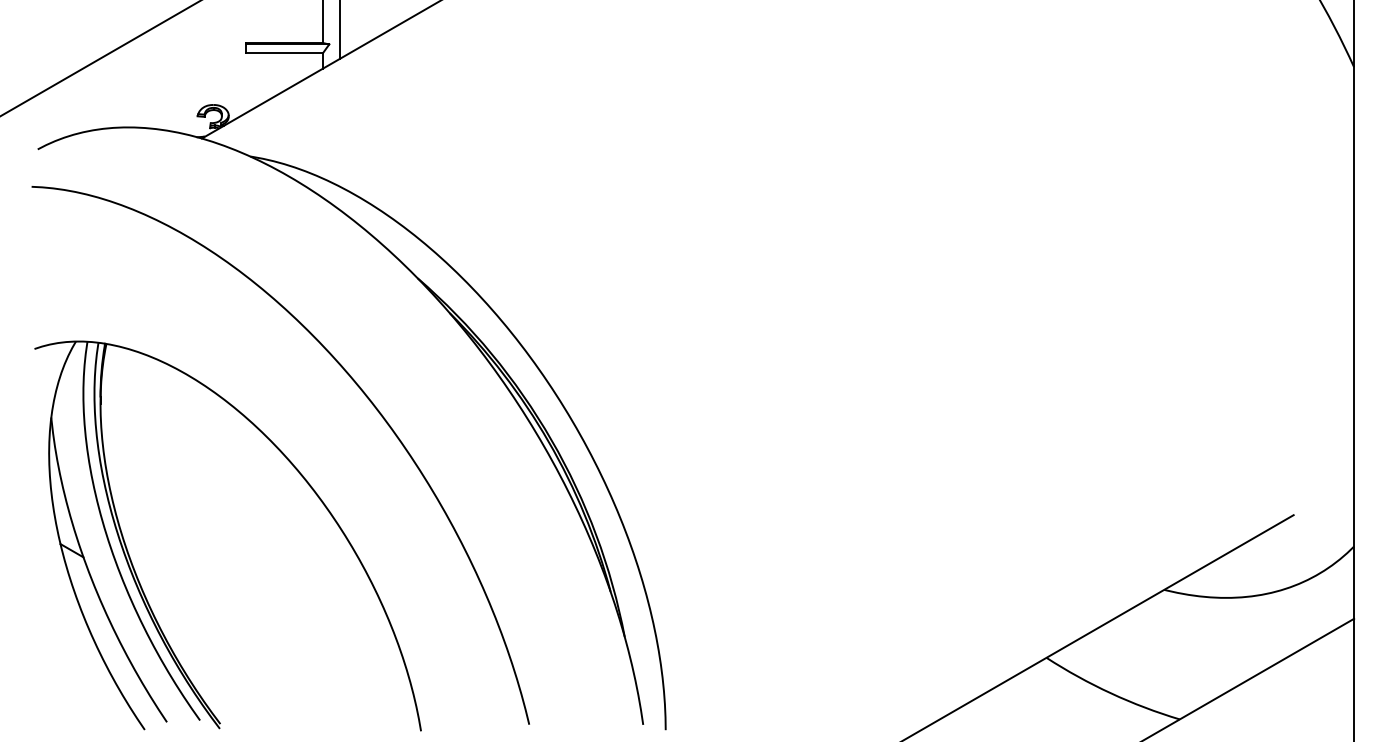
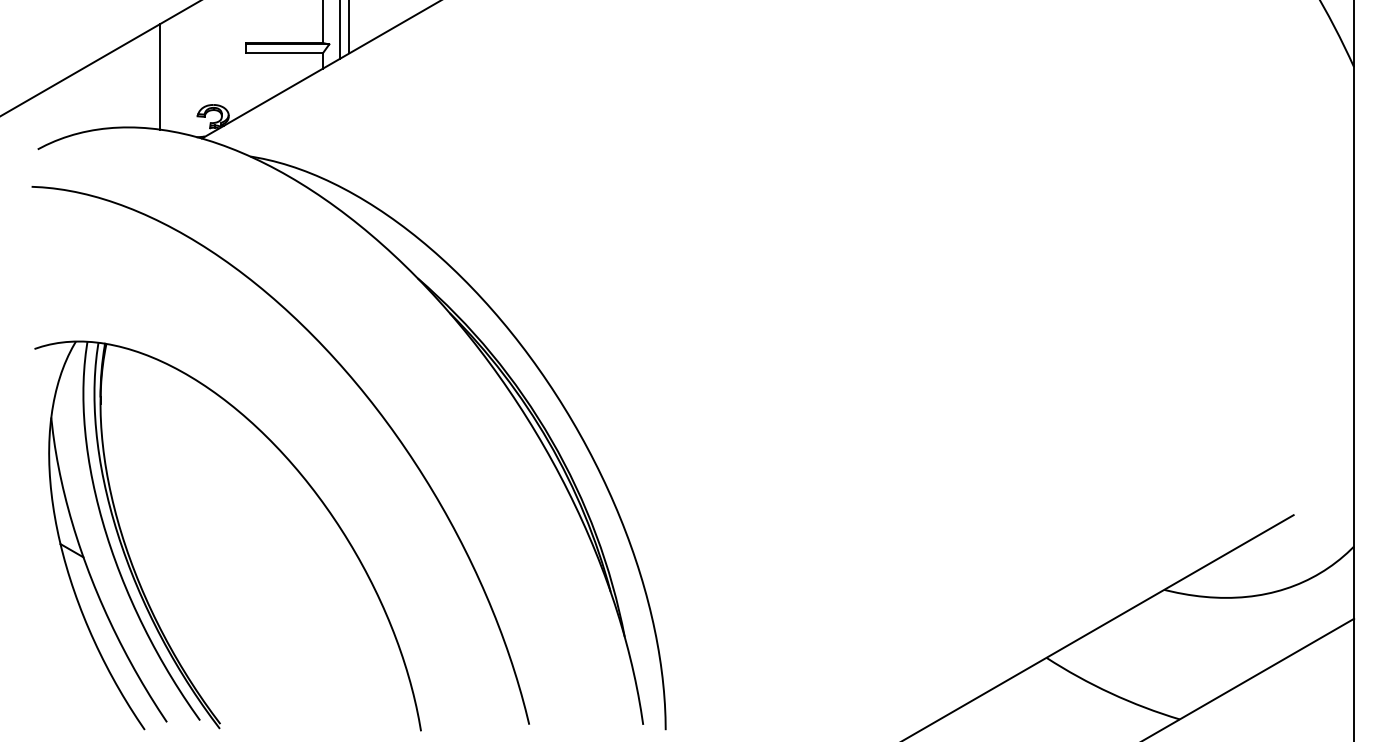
line at (349, 27): none -> present
line at (160, 76): none -> present
